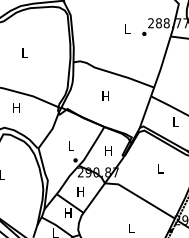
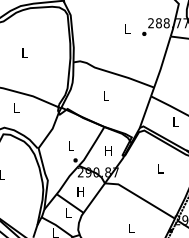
text at (105, 95): H -> L
text at (16, 107): H -> L
text at (68, 212): H -> L
